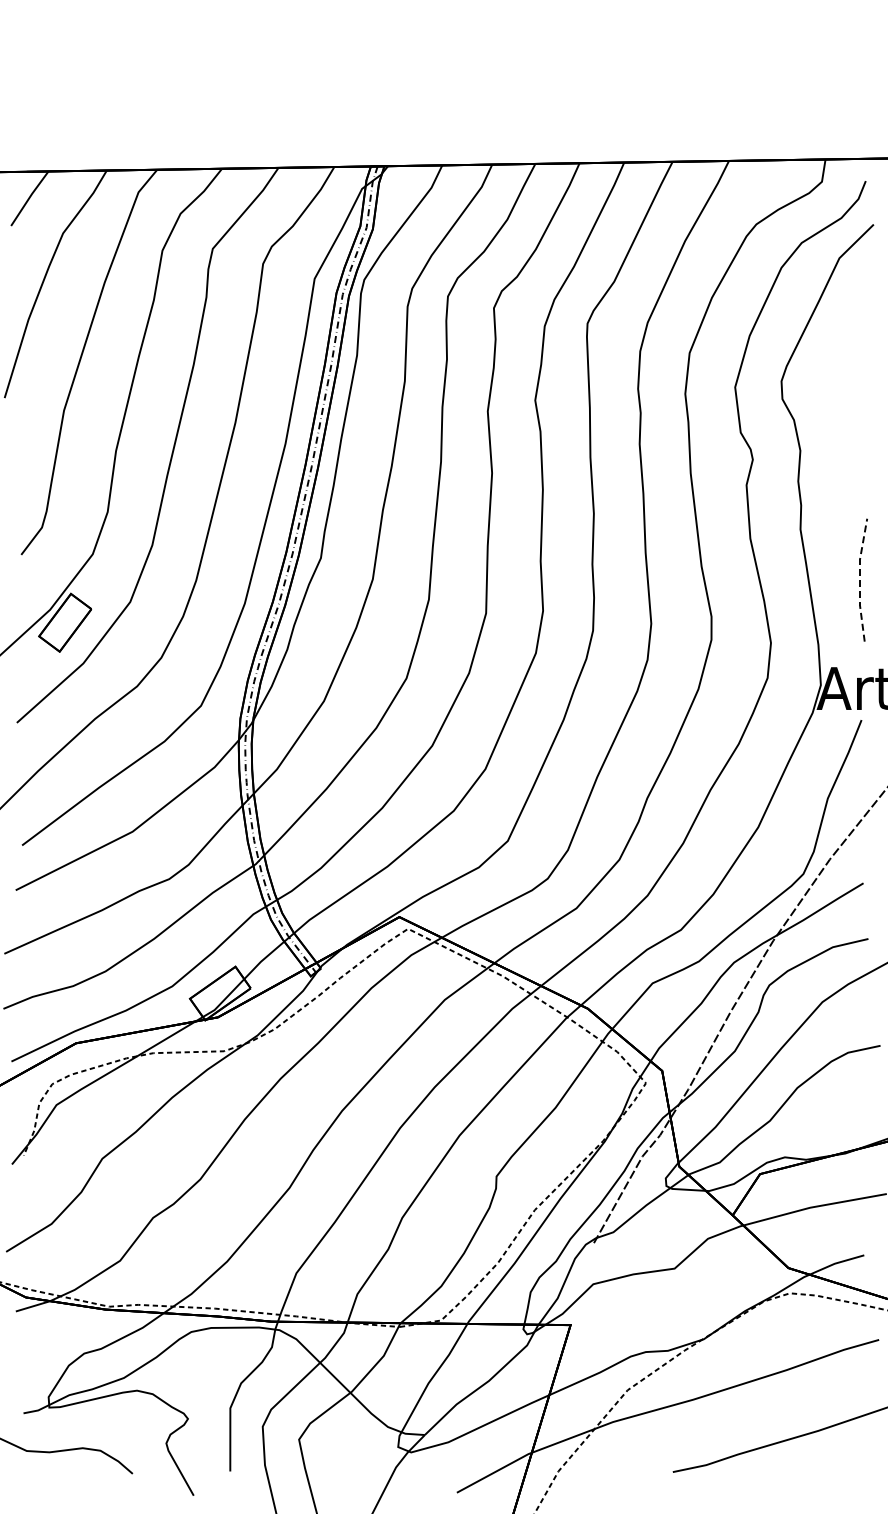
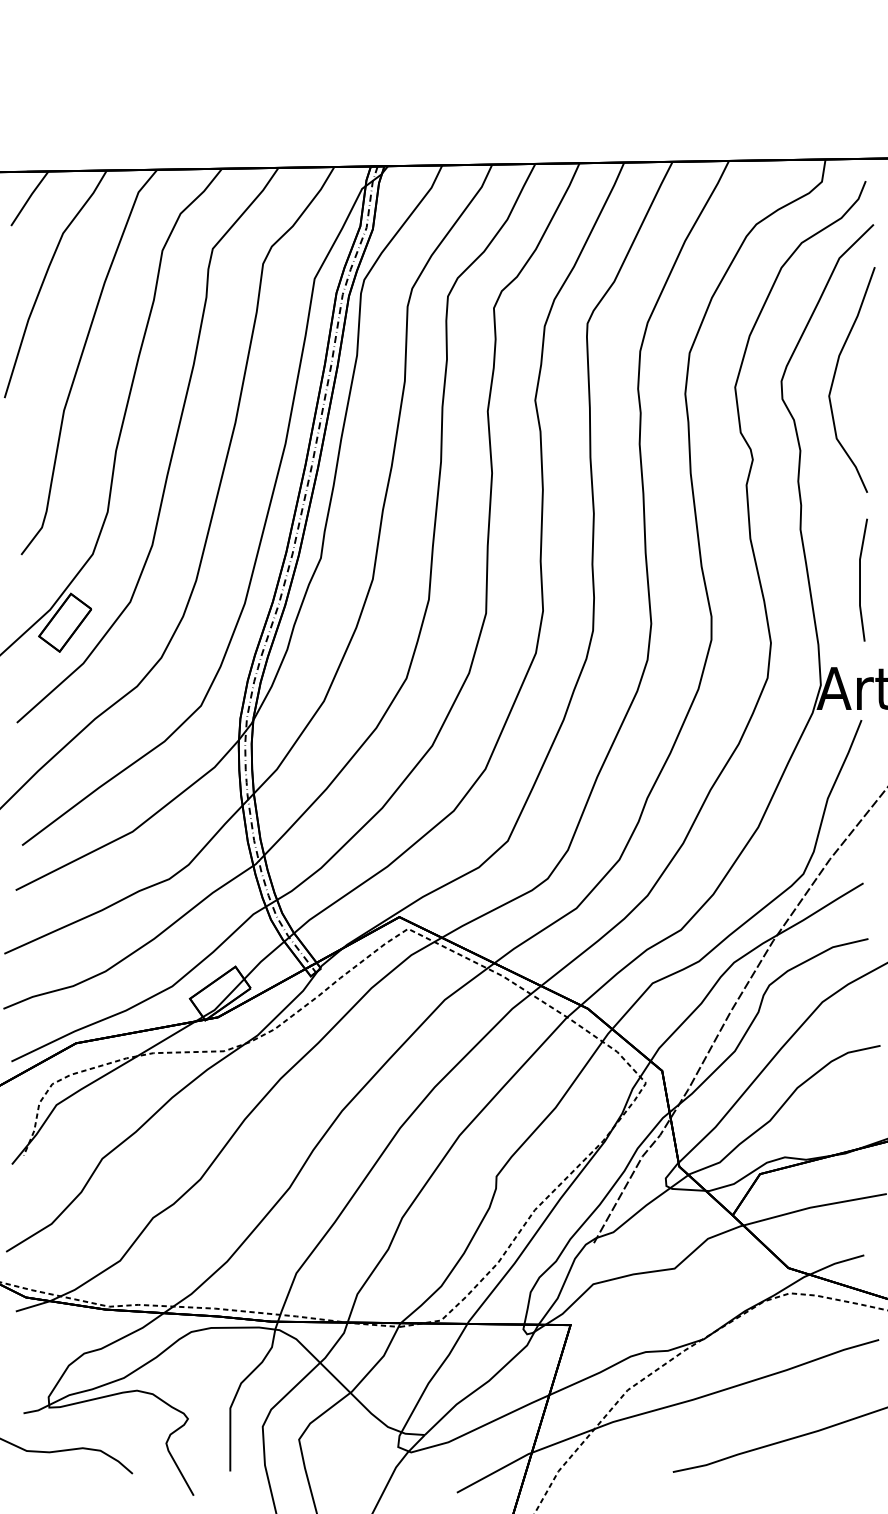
curve at (835, 375): none -> present
line at (860, 580): dashed -> solid
